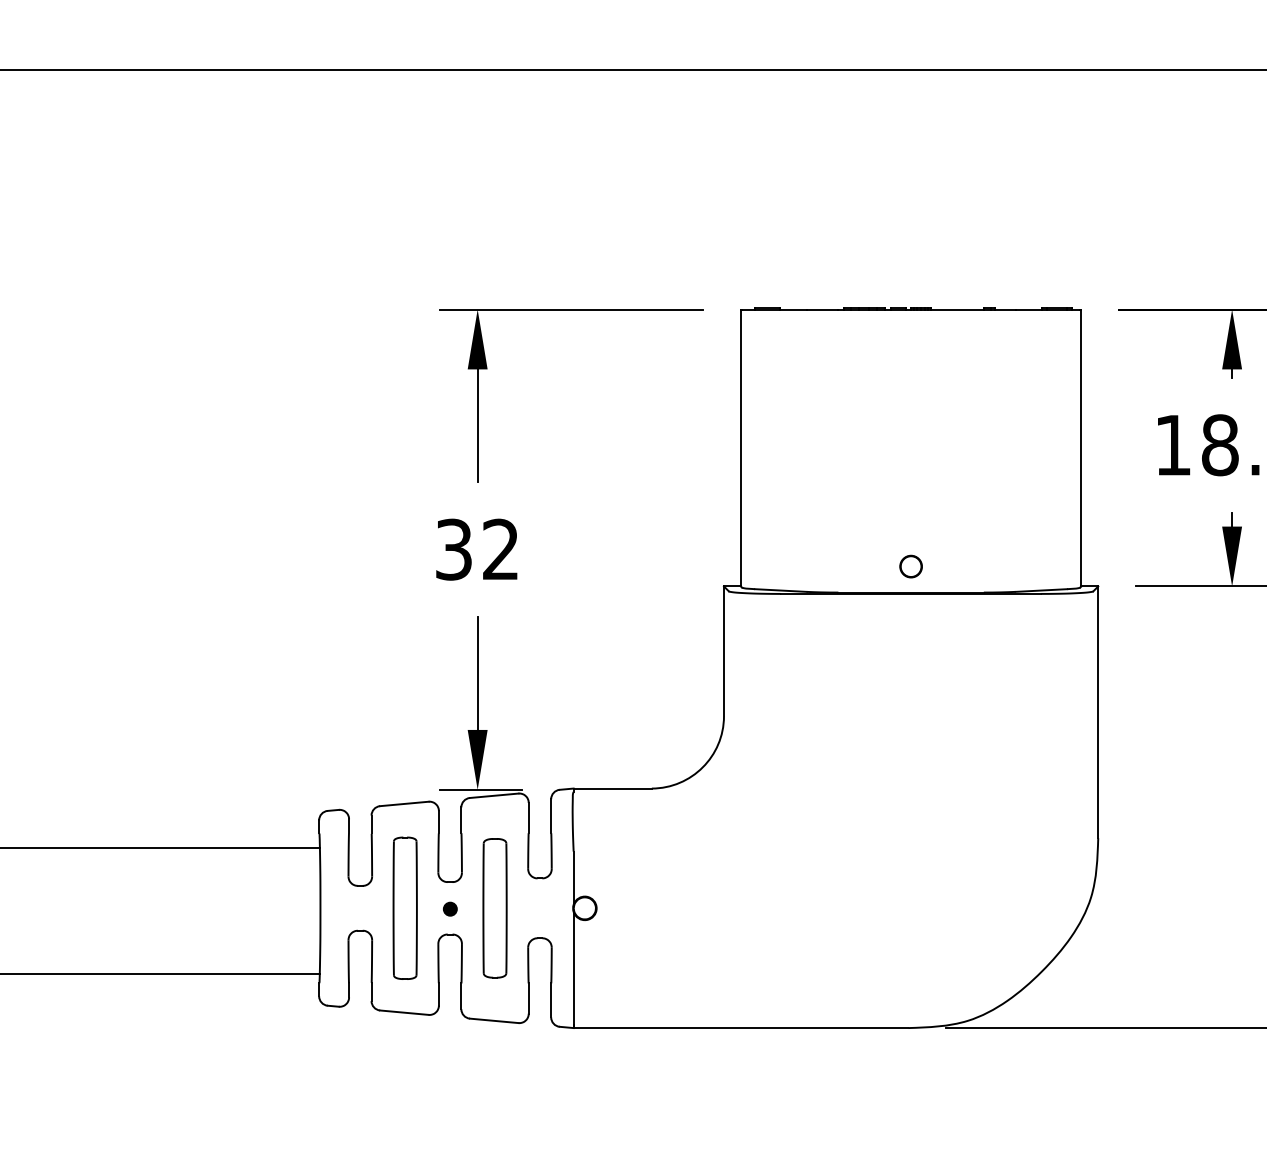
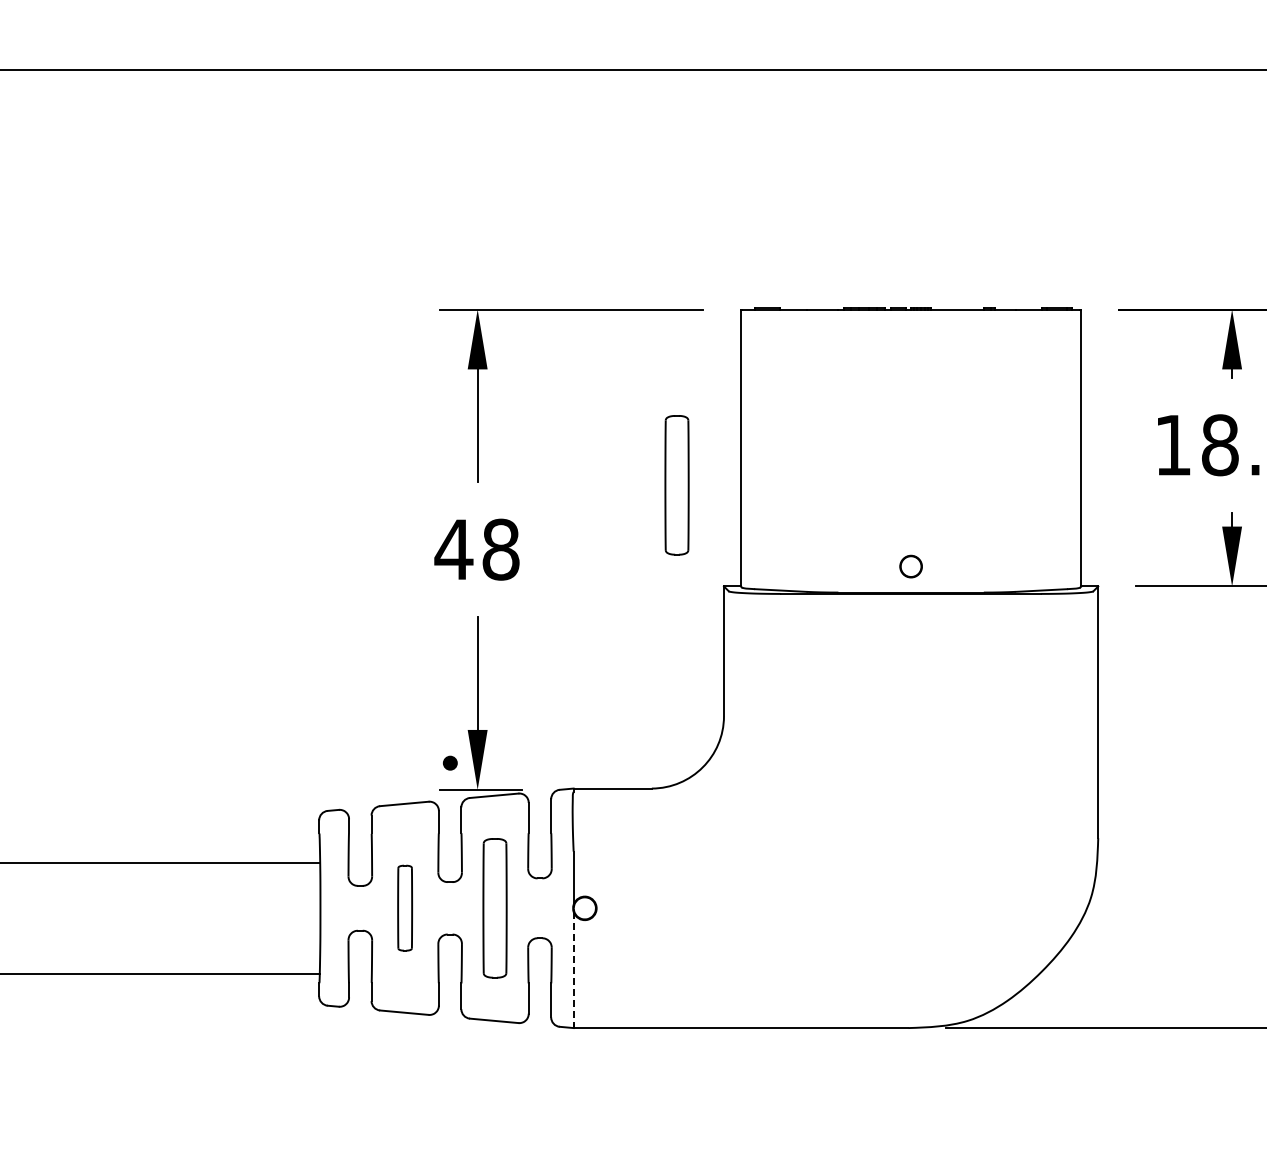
part at (676, 485): none -> present
text at (476, 549): 32 -> 48
line at (160, 848) position: (160, 848) -> (160, 863)
part at (404, 907) size: 26x144 px -> 16x88 px
part at (450, 908) position: (450, 908) -> (450, 762)
line at (573, 970): solid -> dashed
